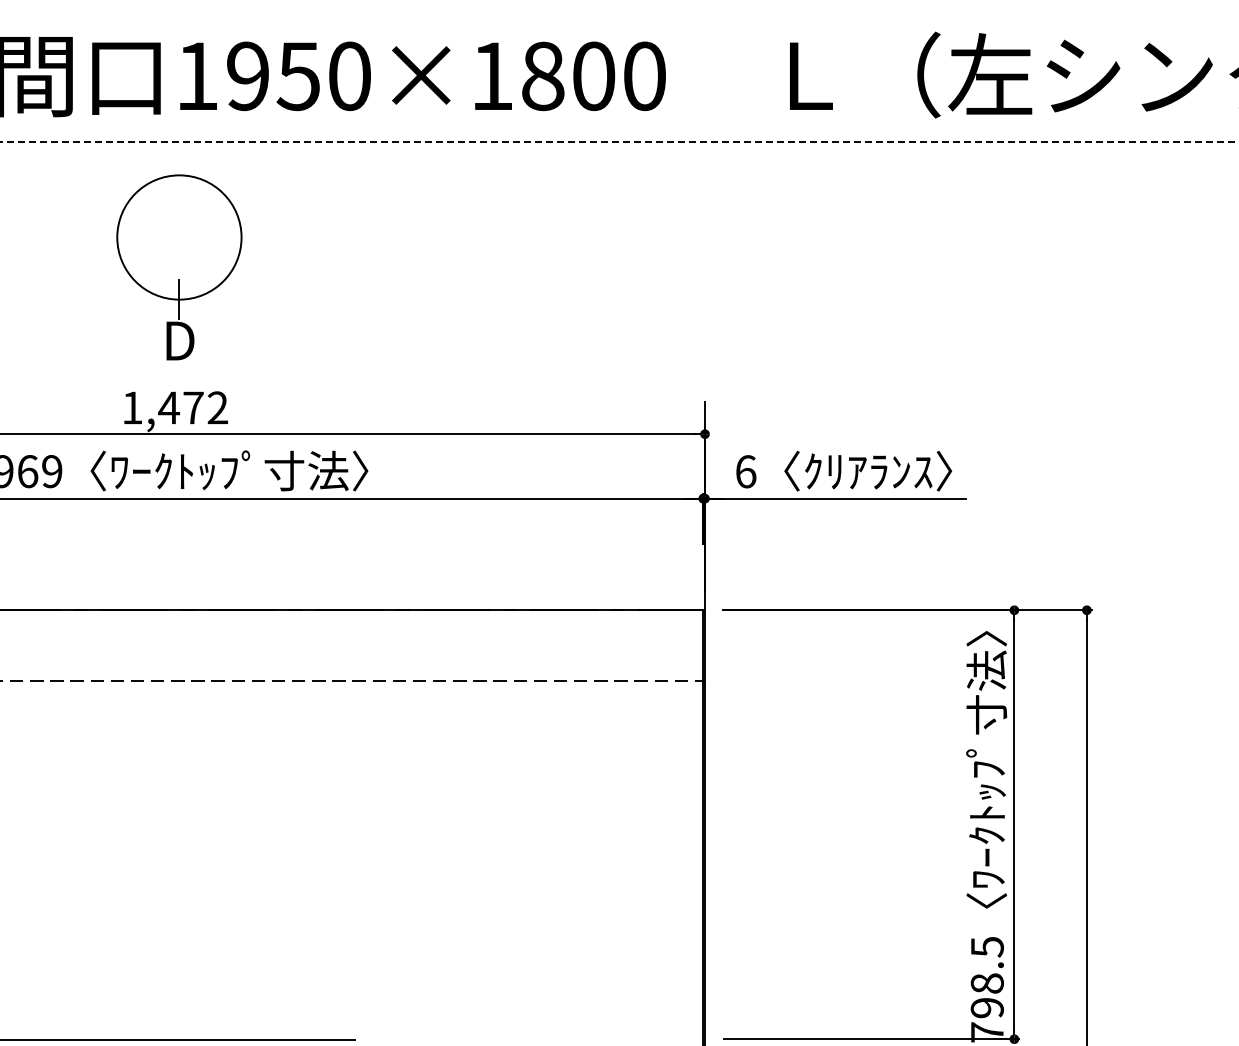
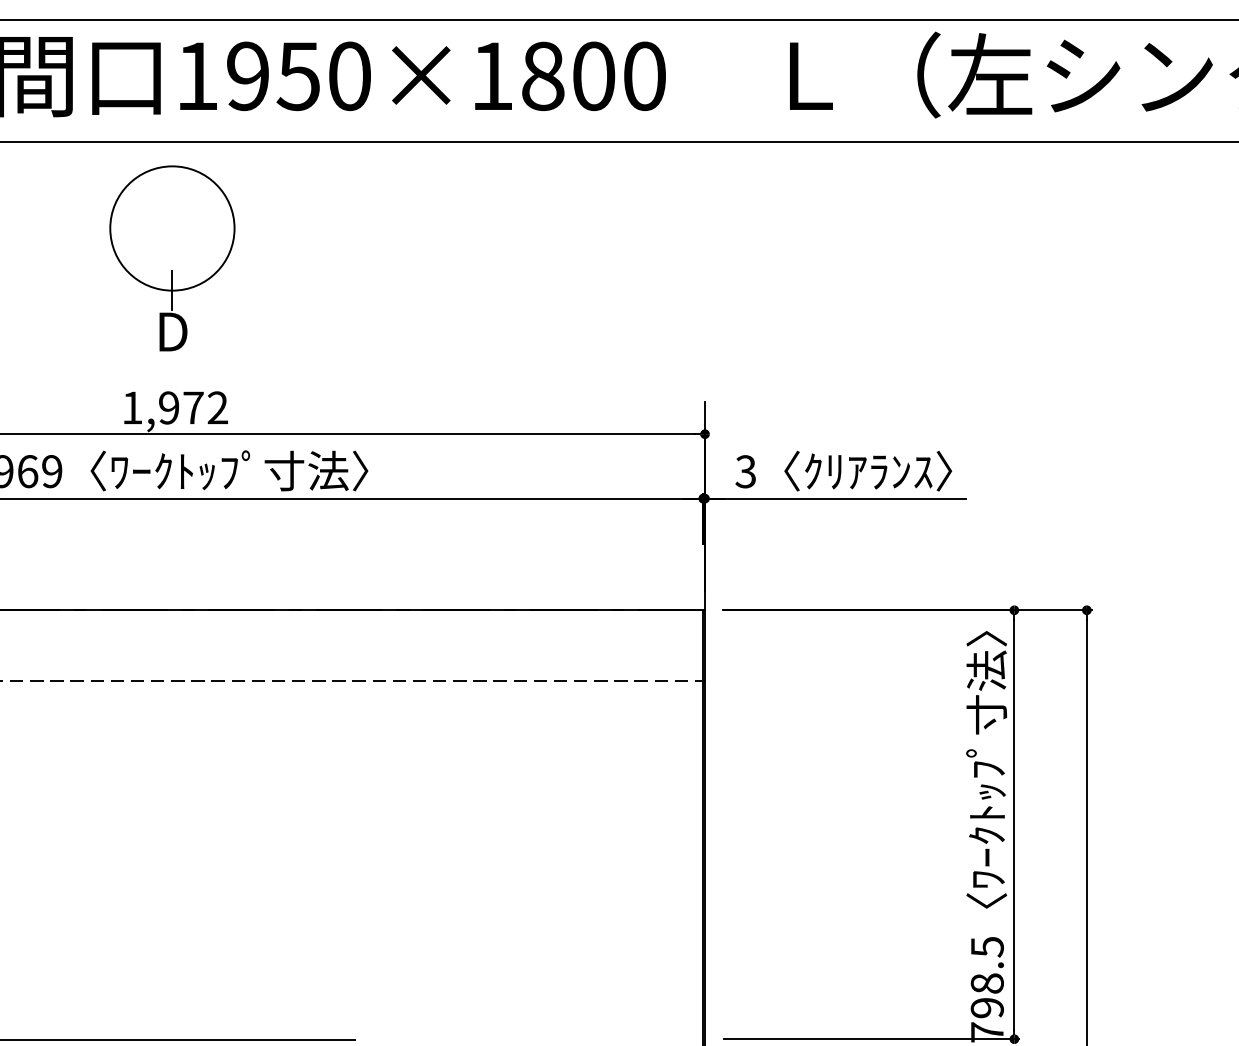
line at (618, 20): none -> present
line at (619, 141): dashed -> solid
part at (179, 267) position: (179, 267) -> (172, 258)
text at (169, 407): 1,472 -> 1,972
text at (745, 471): 6 -> 3
